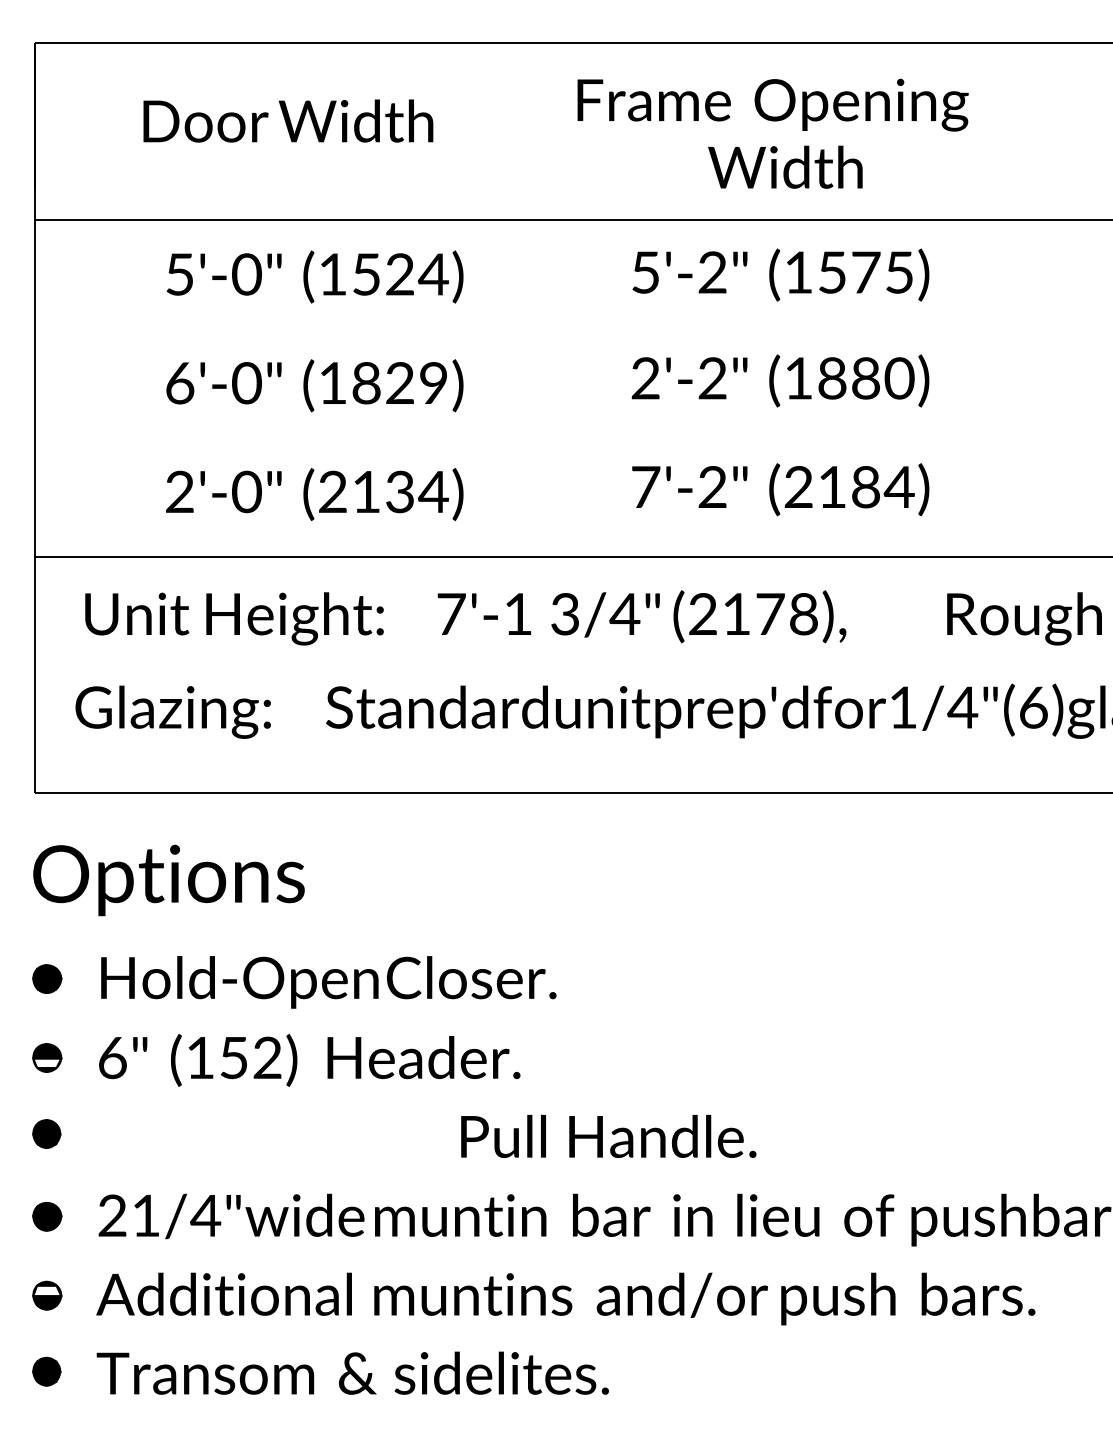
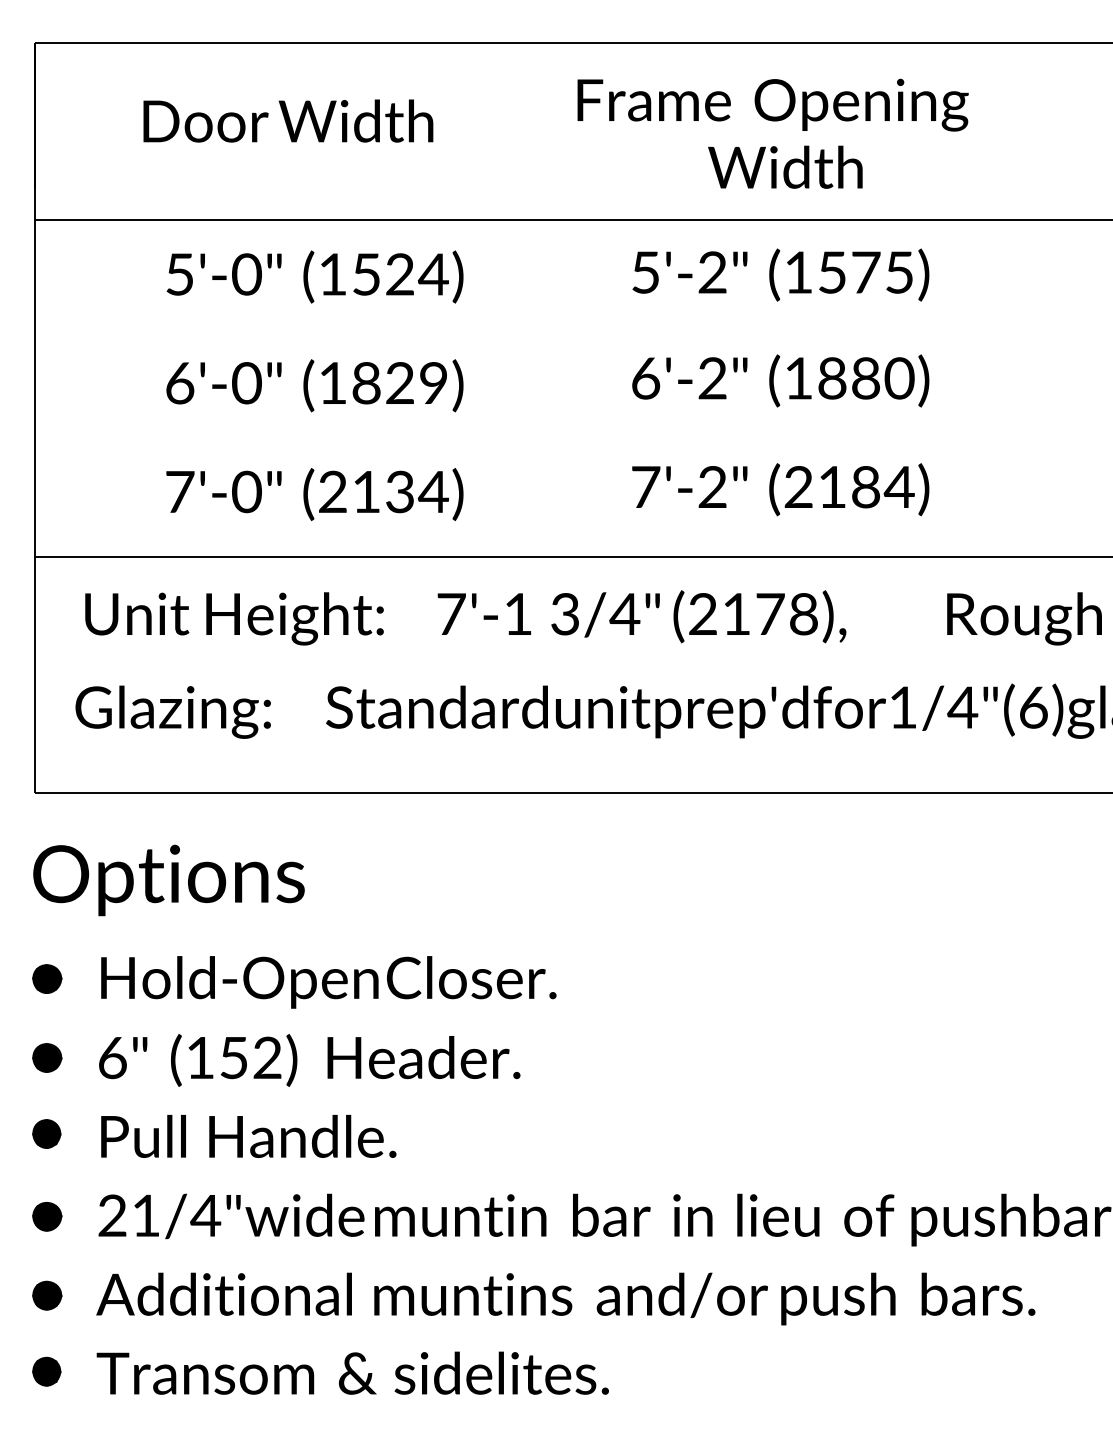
text at (645, 378): 2'-2" -> 6'-2"
text at (180, 491): 2'-0" -> 7'-0"
fill at (47, 1063): none -> present
text at (608, 1136) position: (608, 1136) -> (248, 1136)
fill at (47, 1290): none -> present
